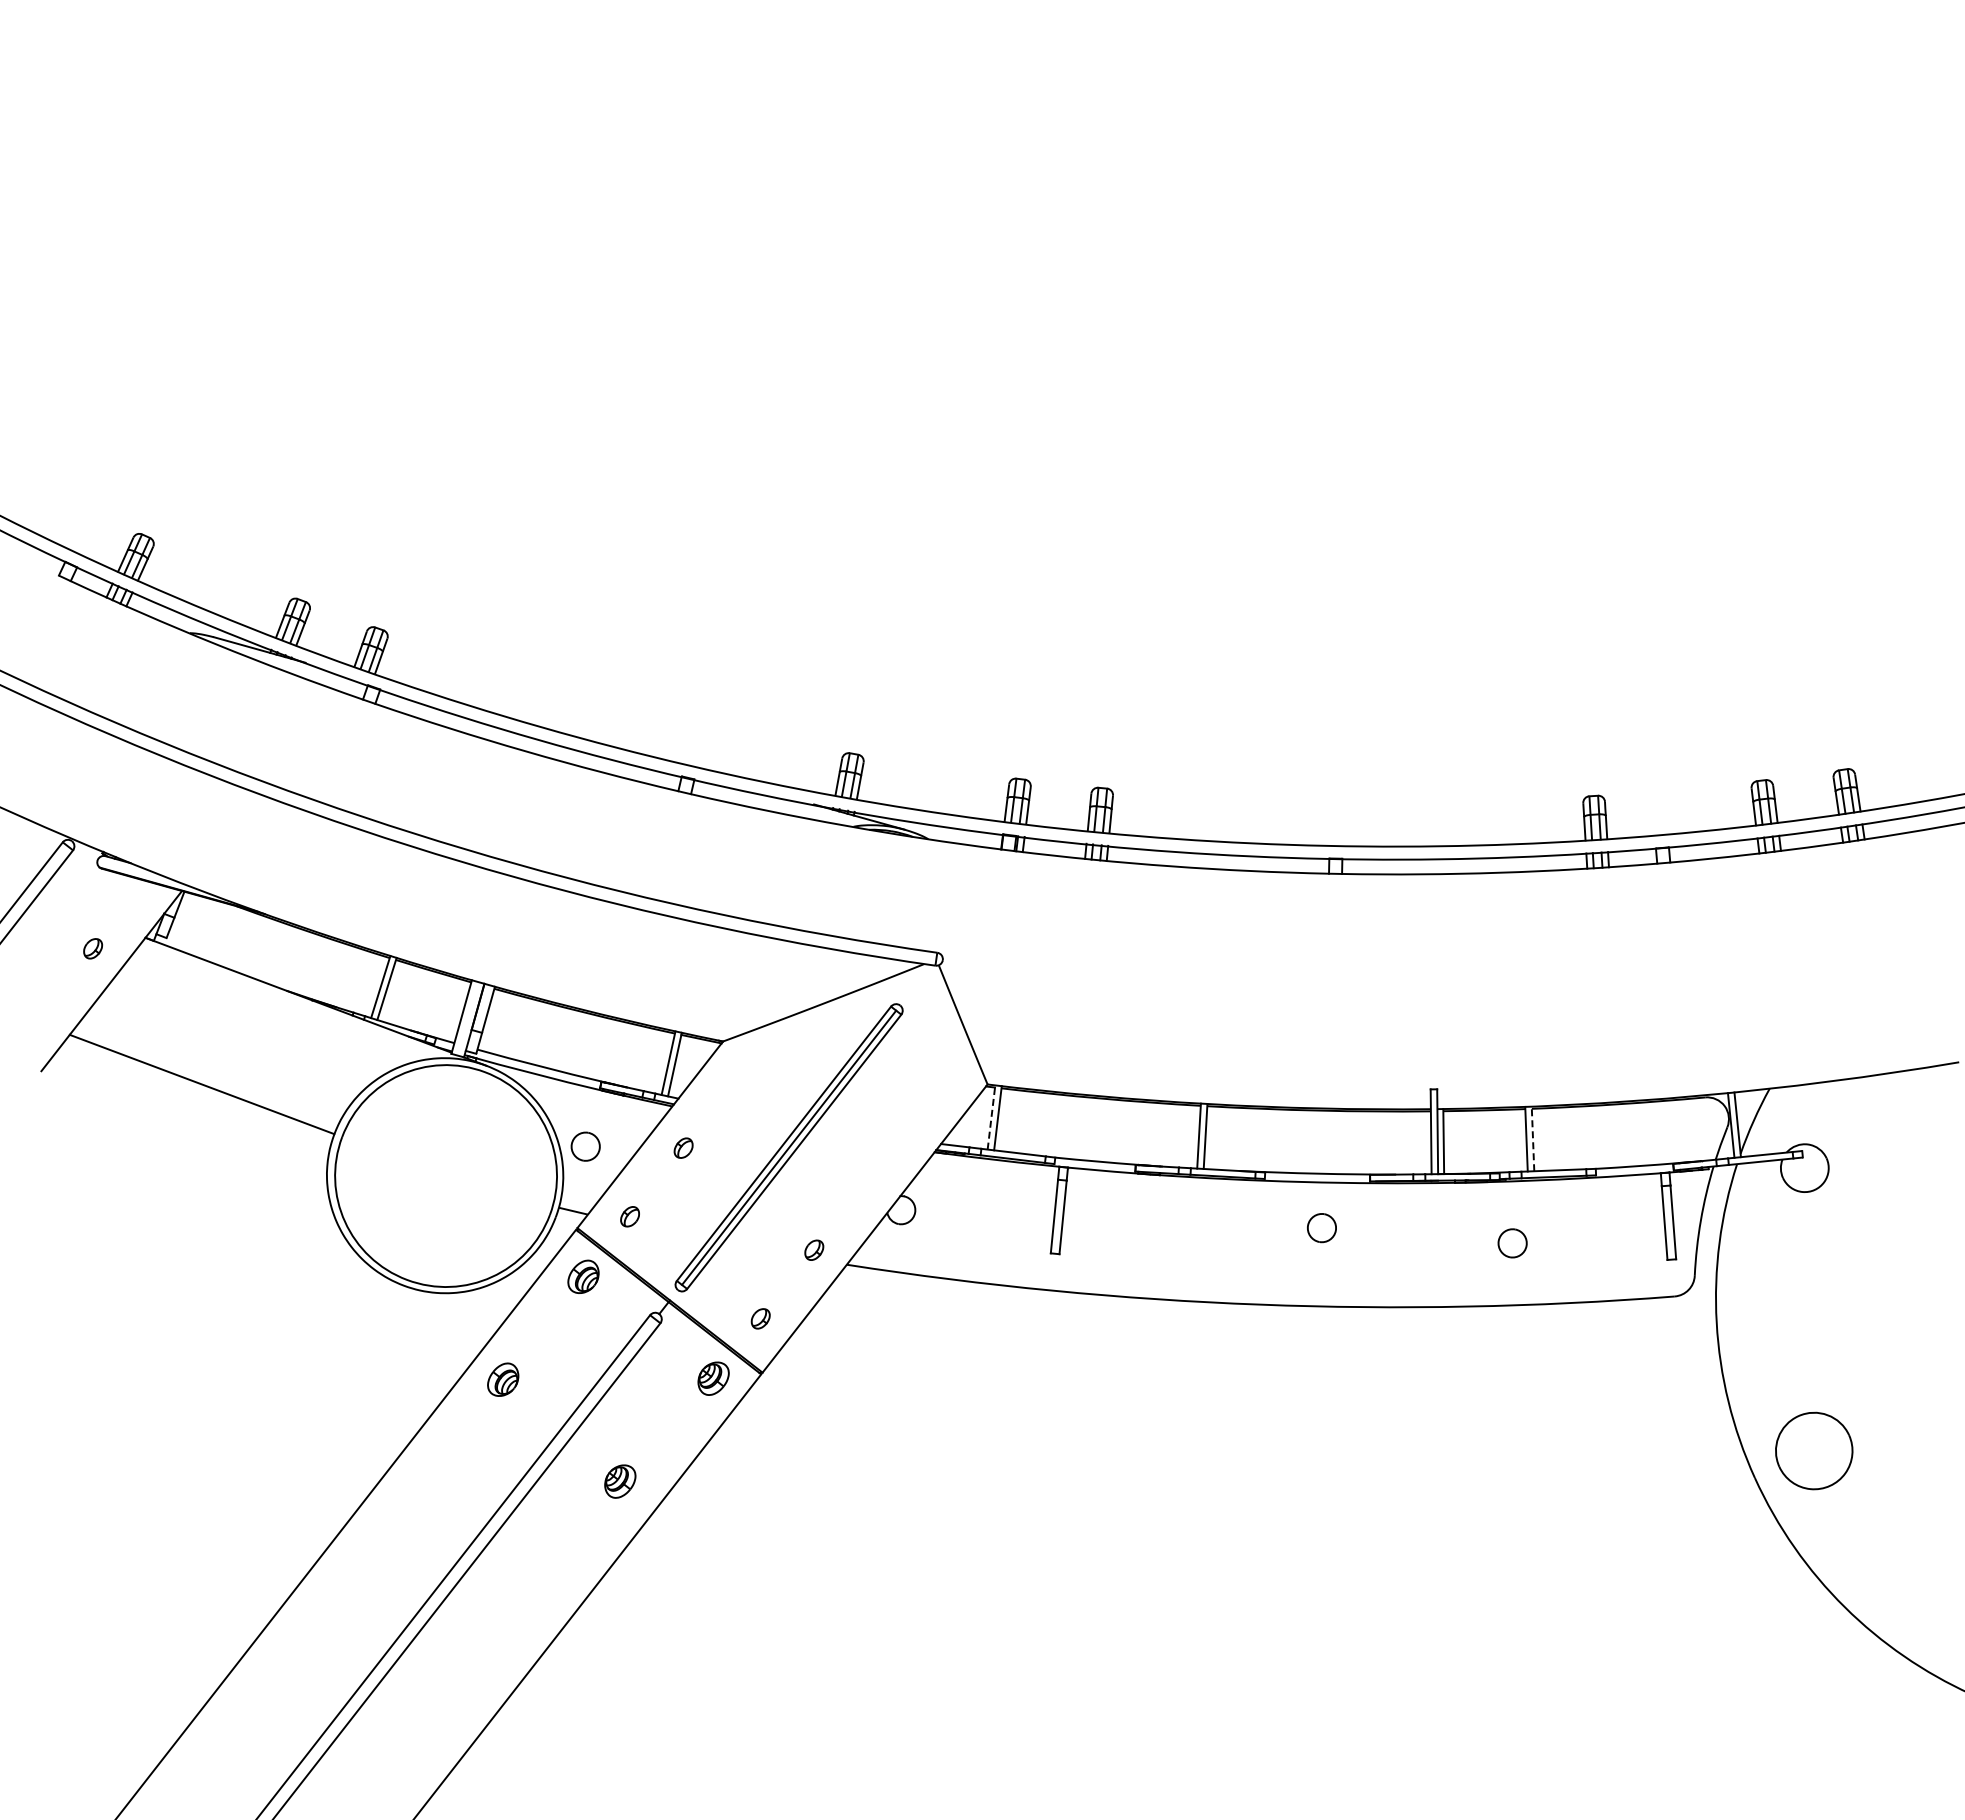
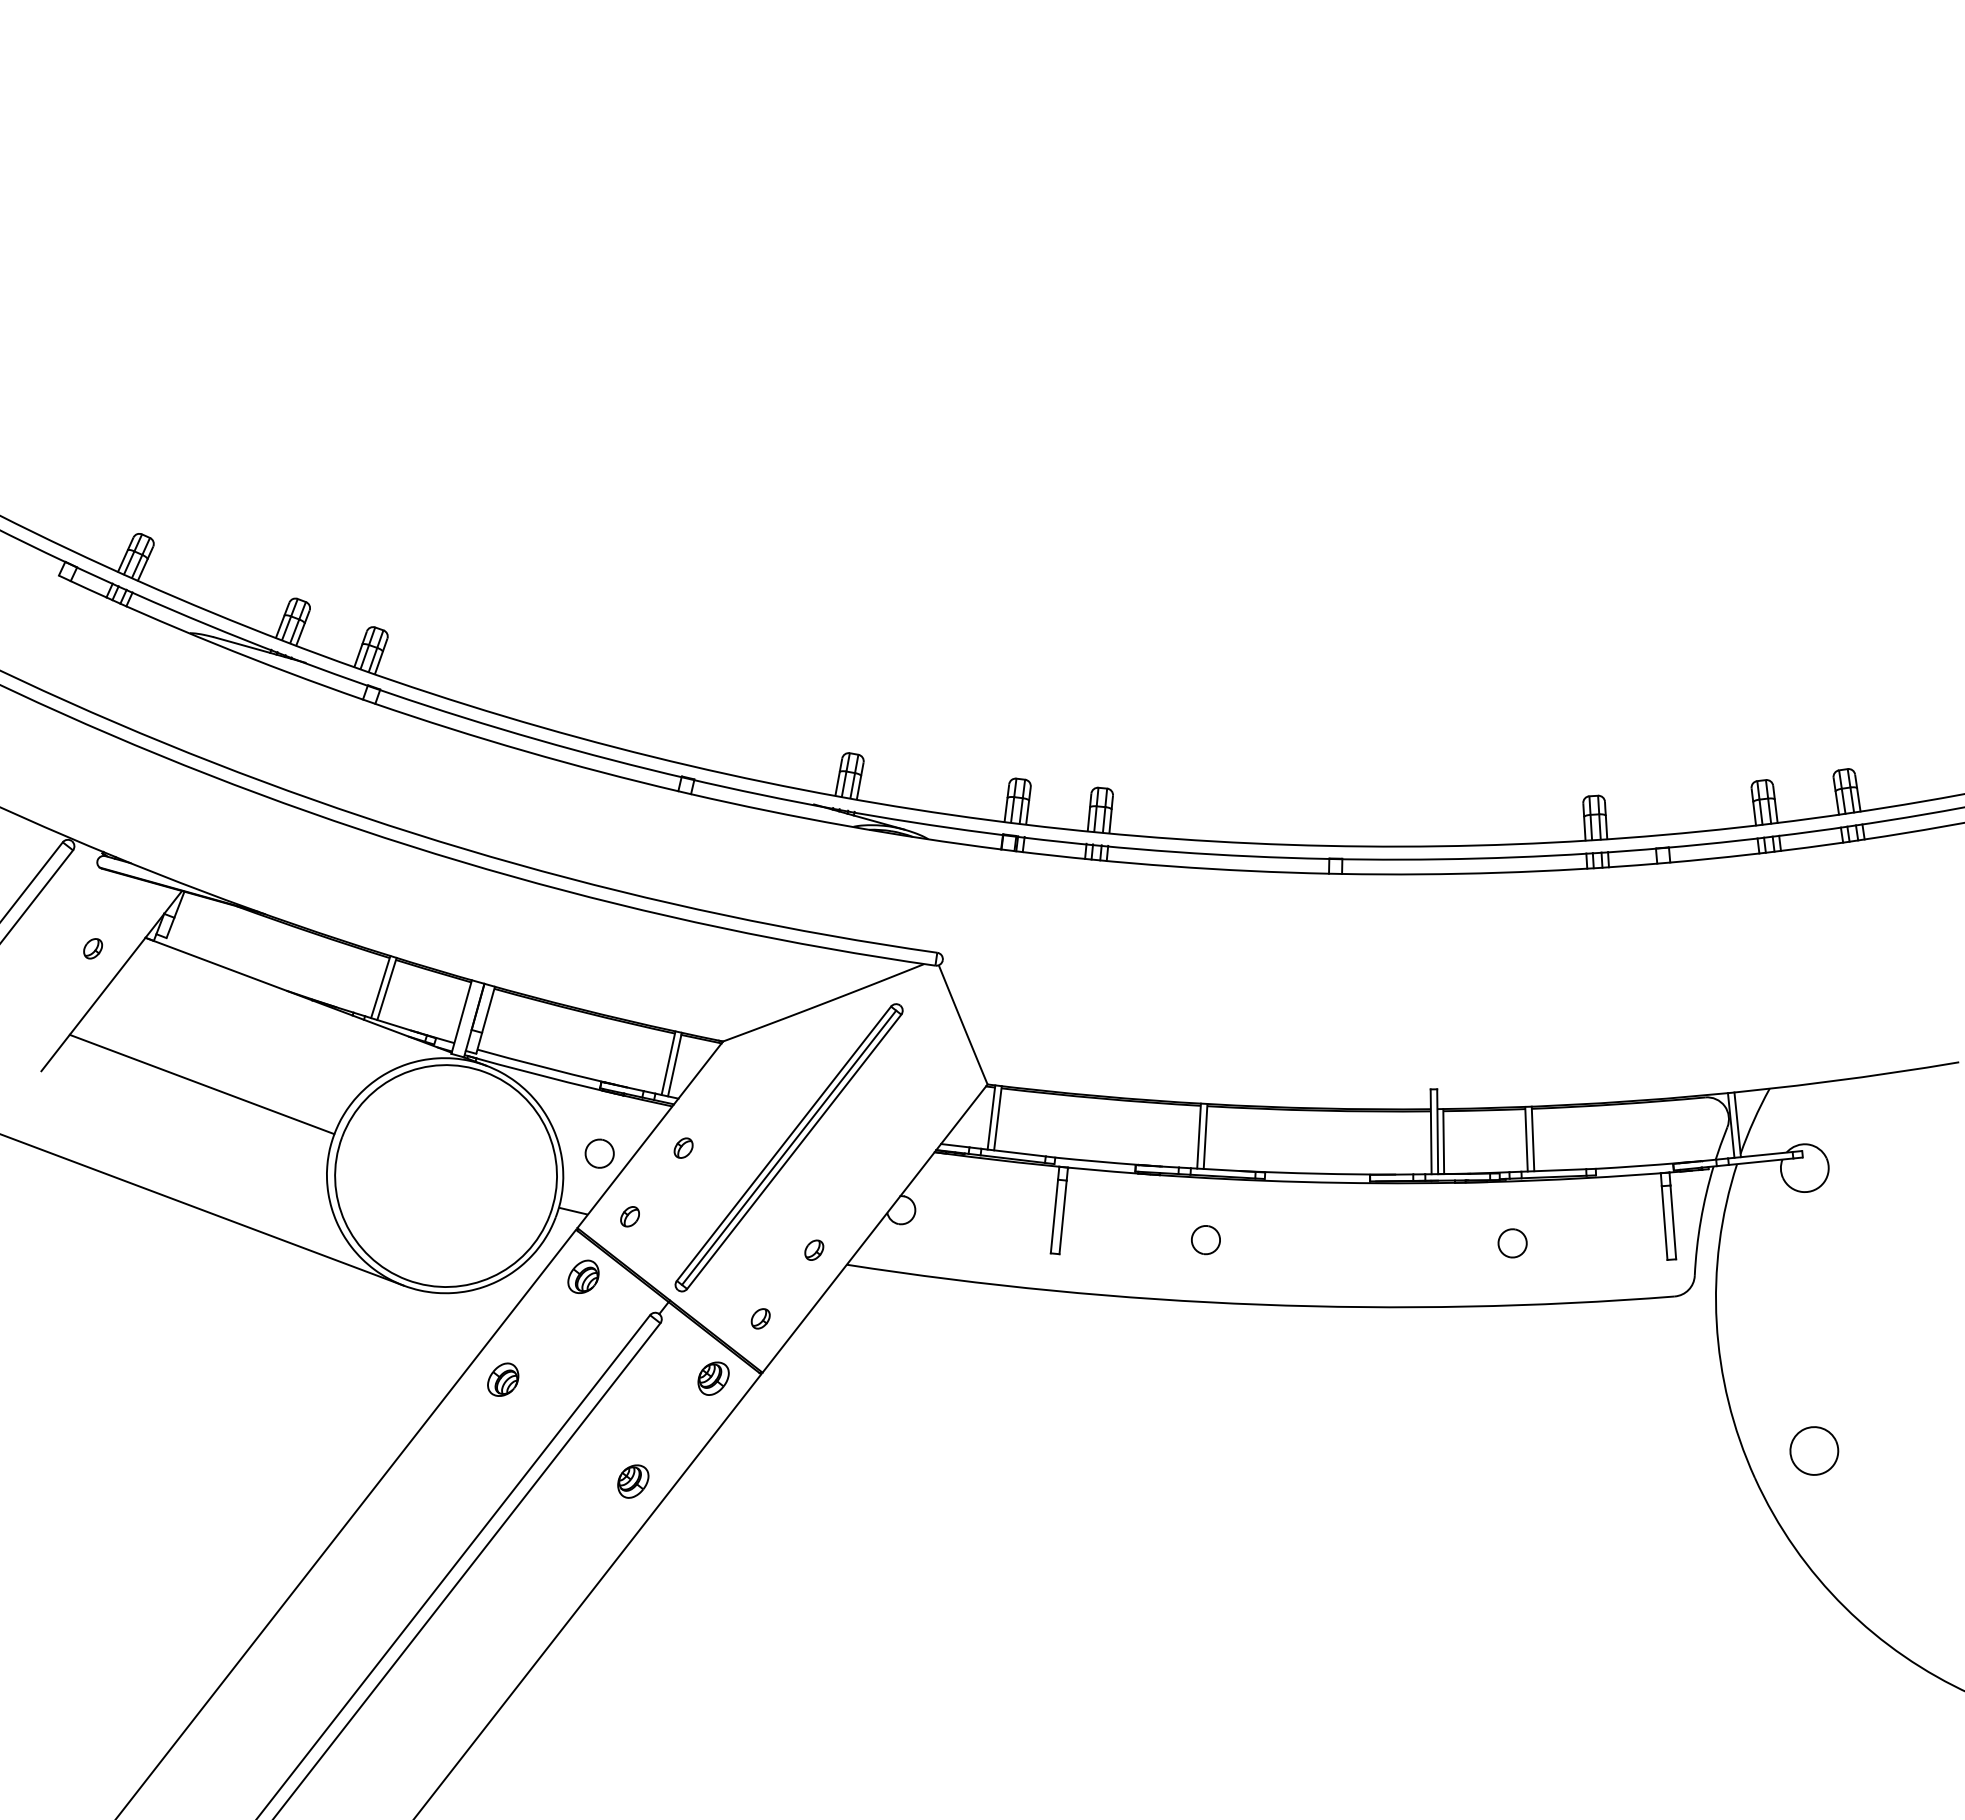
line at (991, 1116): dashed -> solid
line at (1533, 1138): dashed -> solid
part at (585, 1146) position: (585, 1146) -> (599, 1153)
line at (202, 1210): none -> present
part at (1321, 1228) position: (1321, 1228) -> (1205, 1240)
part at (1814, 1450) size: 79x80 px -> 51x50 px
part at (620, 1481) position: (620, 1481) -> (633, 1481)
